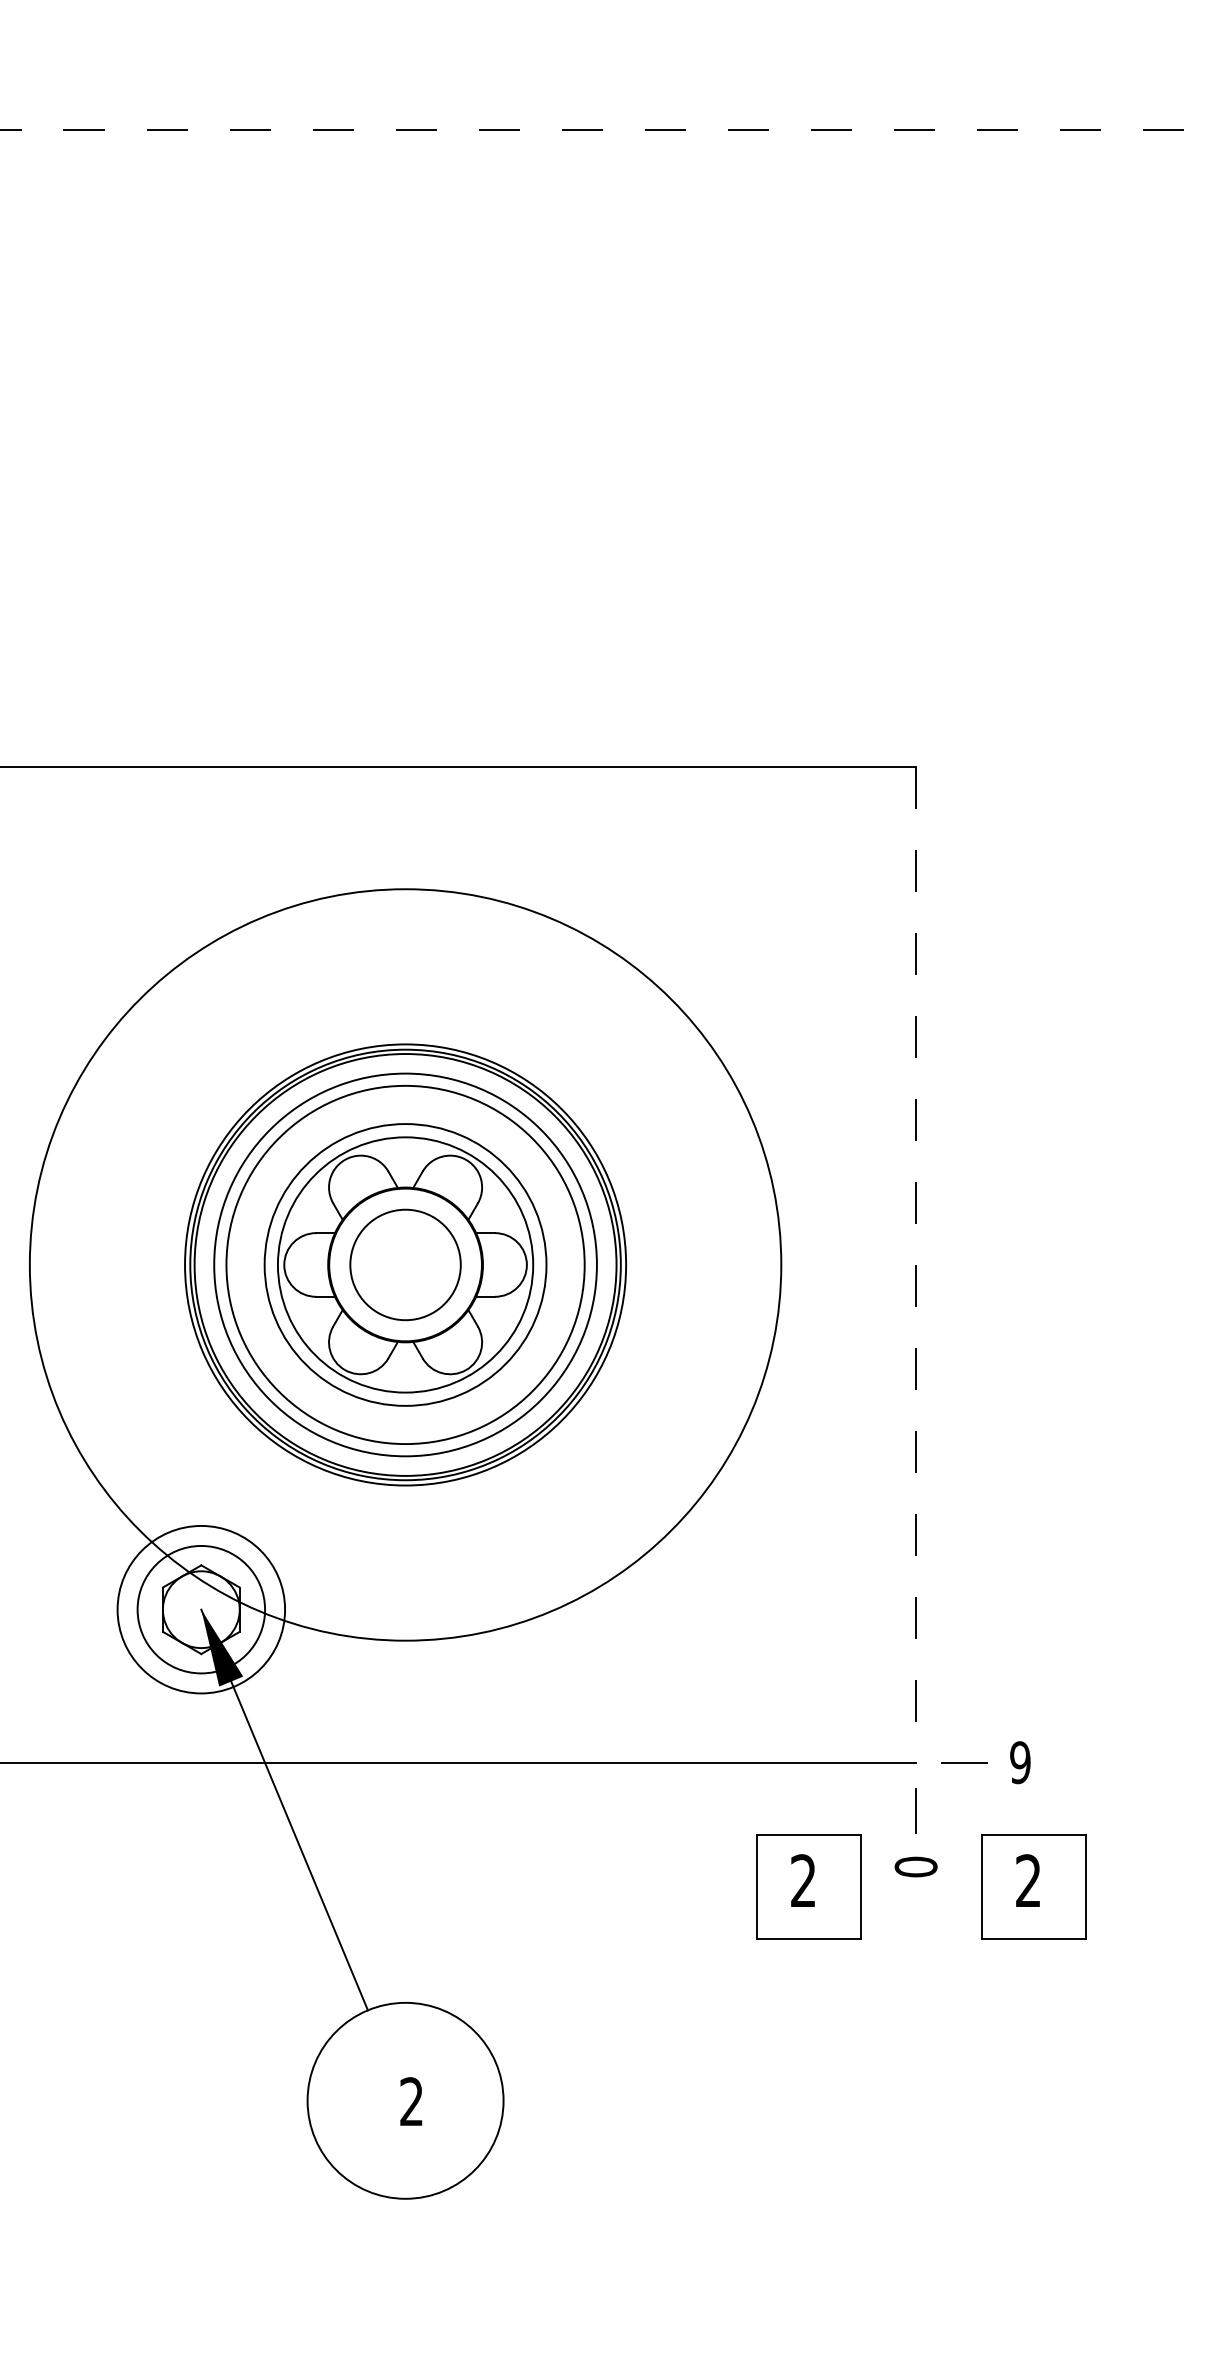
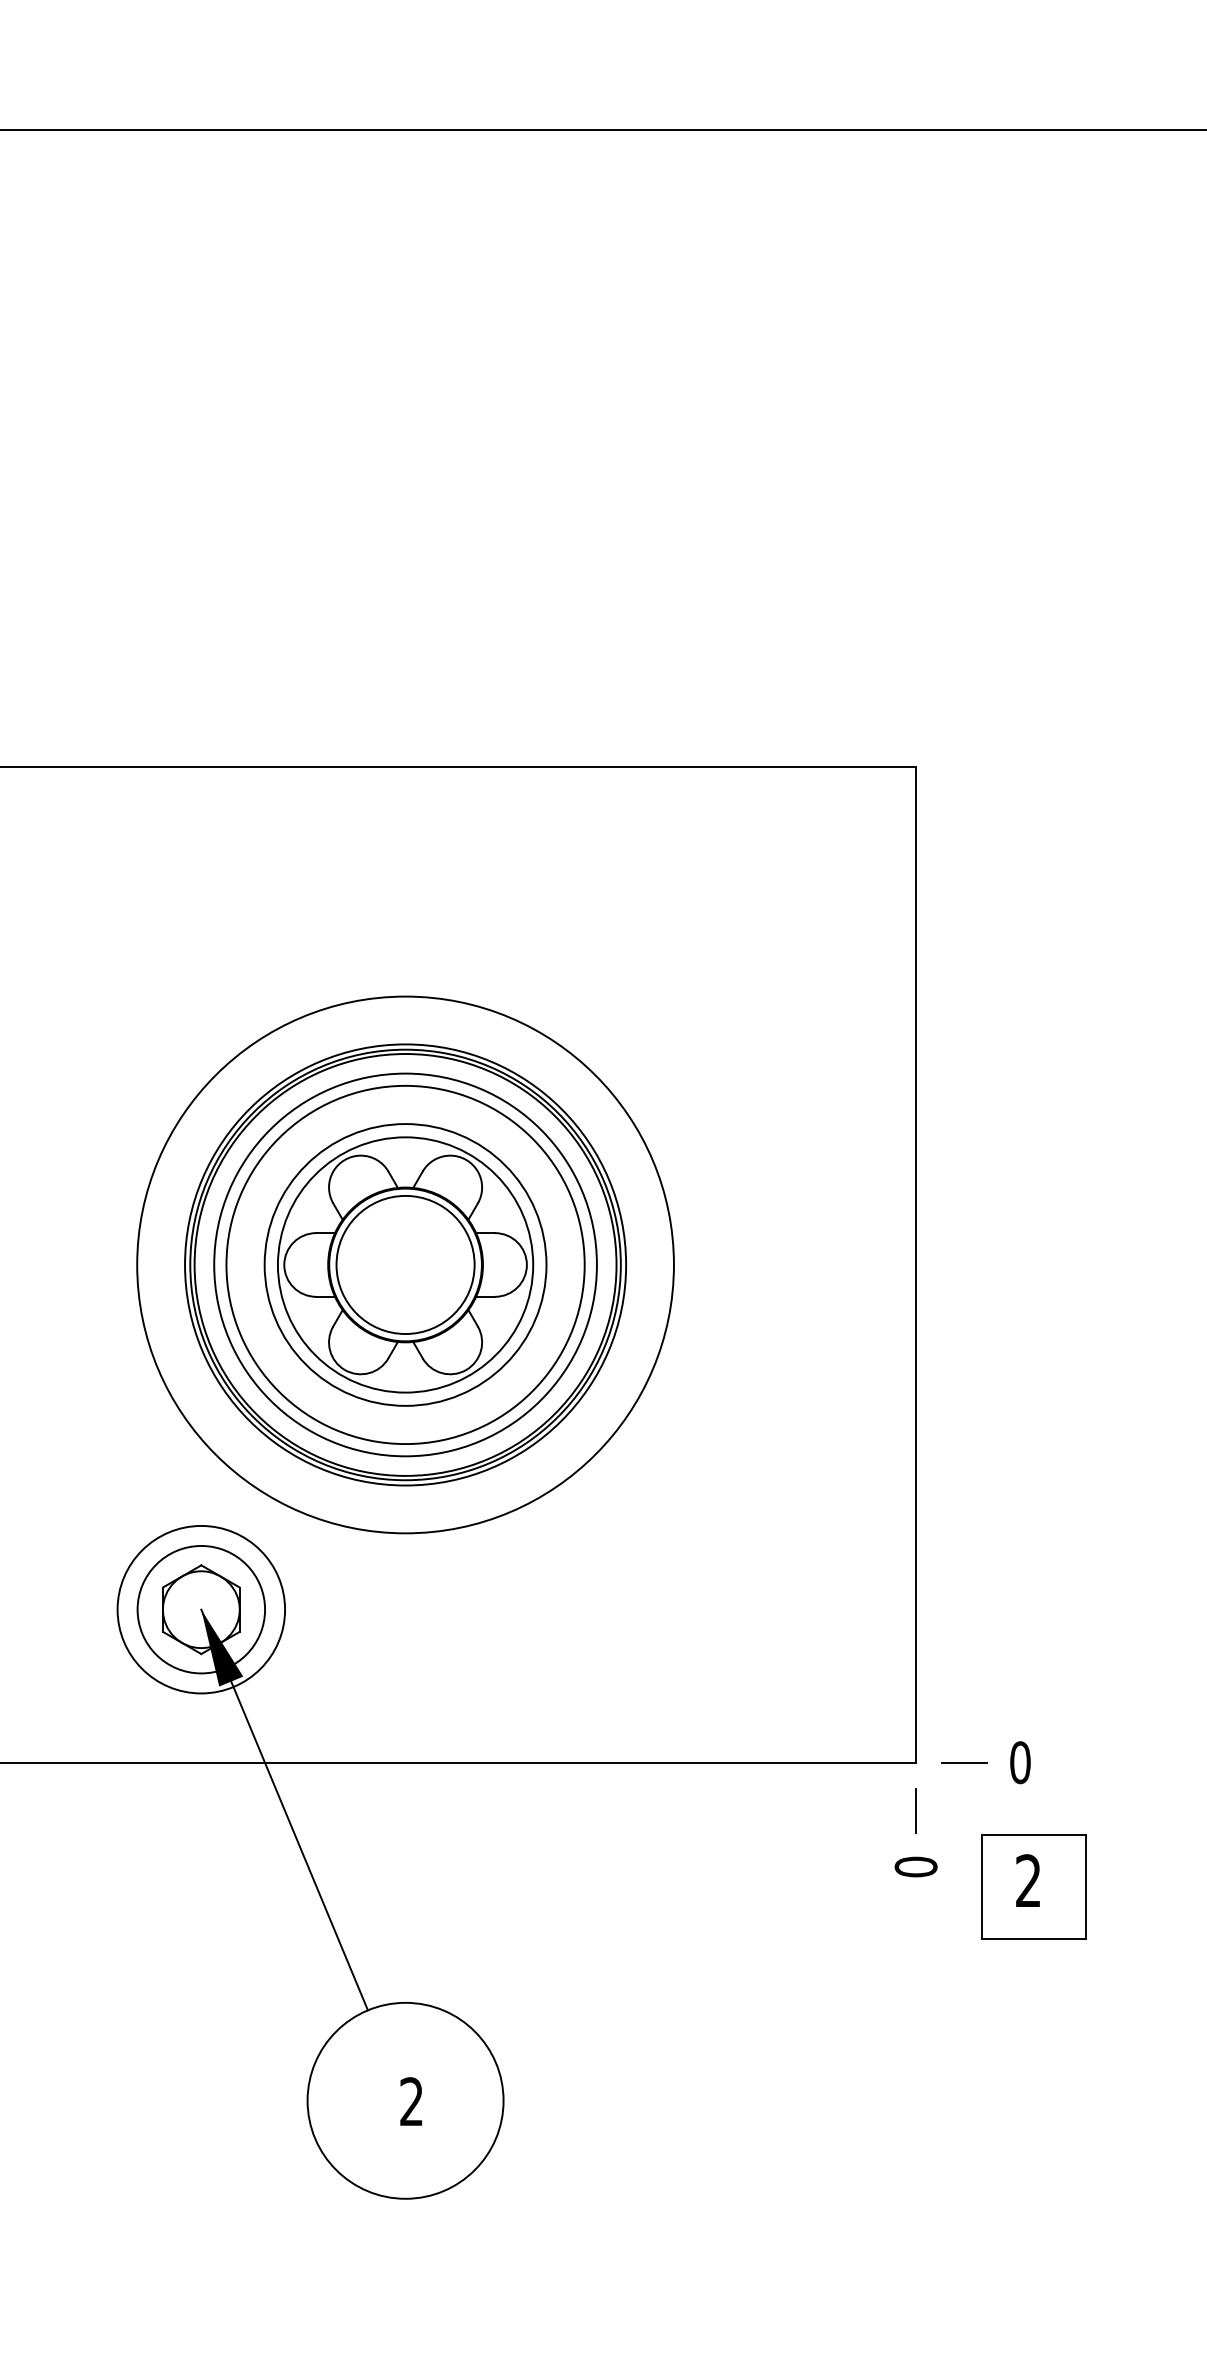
line at (603, 130): dashed -> solid
circle at (405, 1264) diameter: 110 px -> 138 px
circle at (405, 1264) diameter: 751 px -> 537 px
line at (916, 1264): dashed -> solid
text at (1020, 1762): 9 -> 0
part at (808, 1886): present -> none
